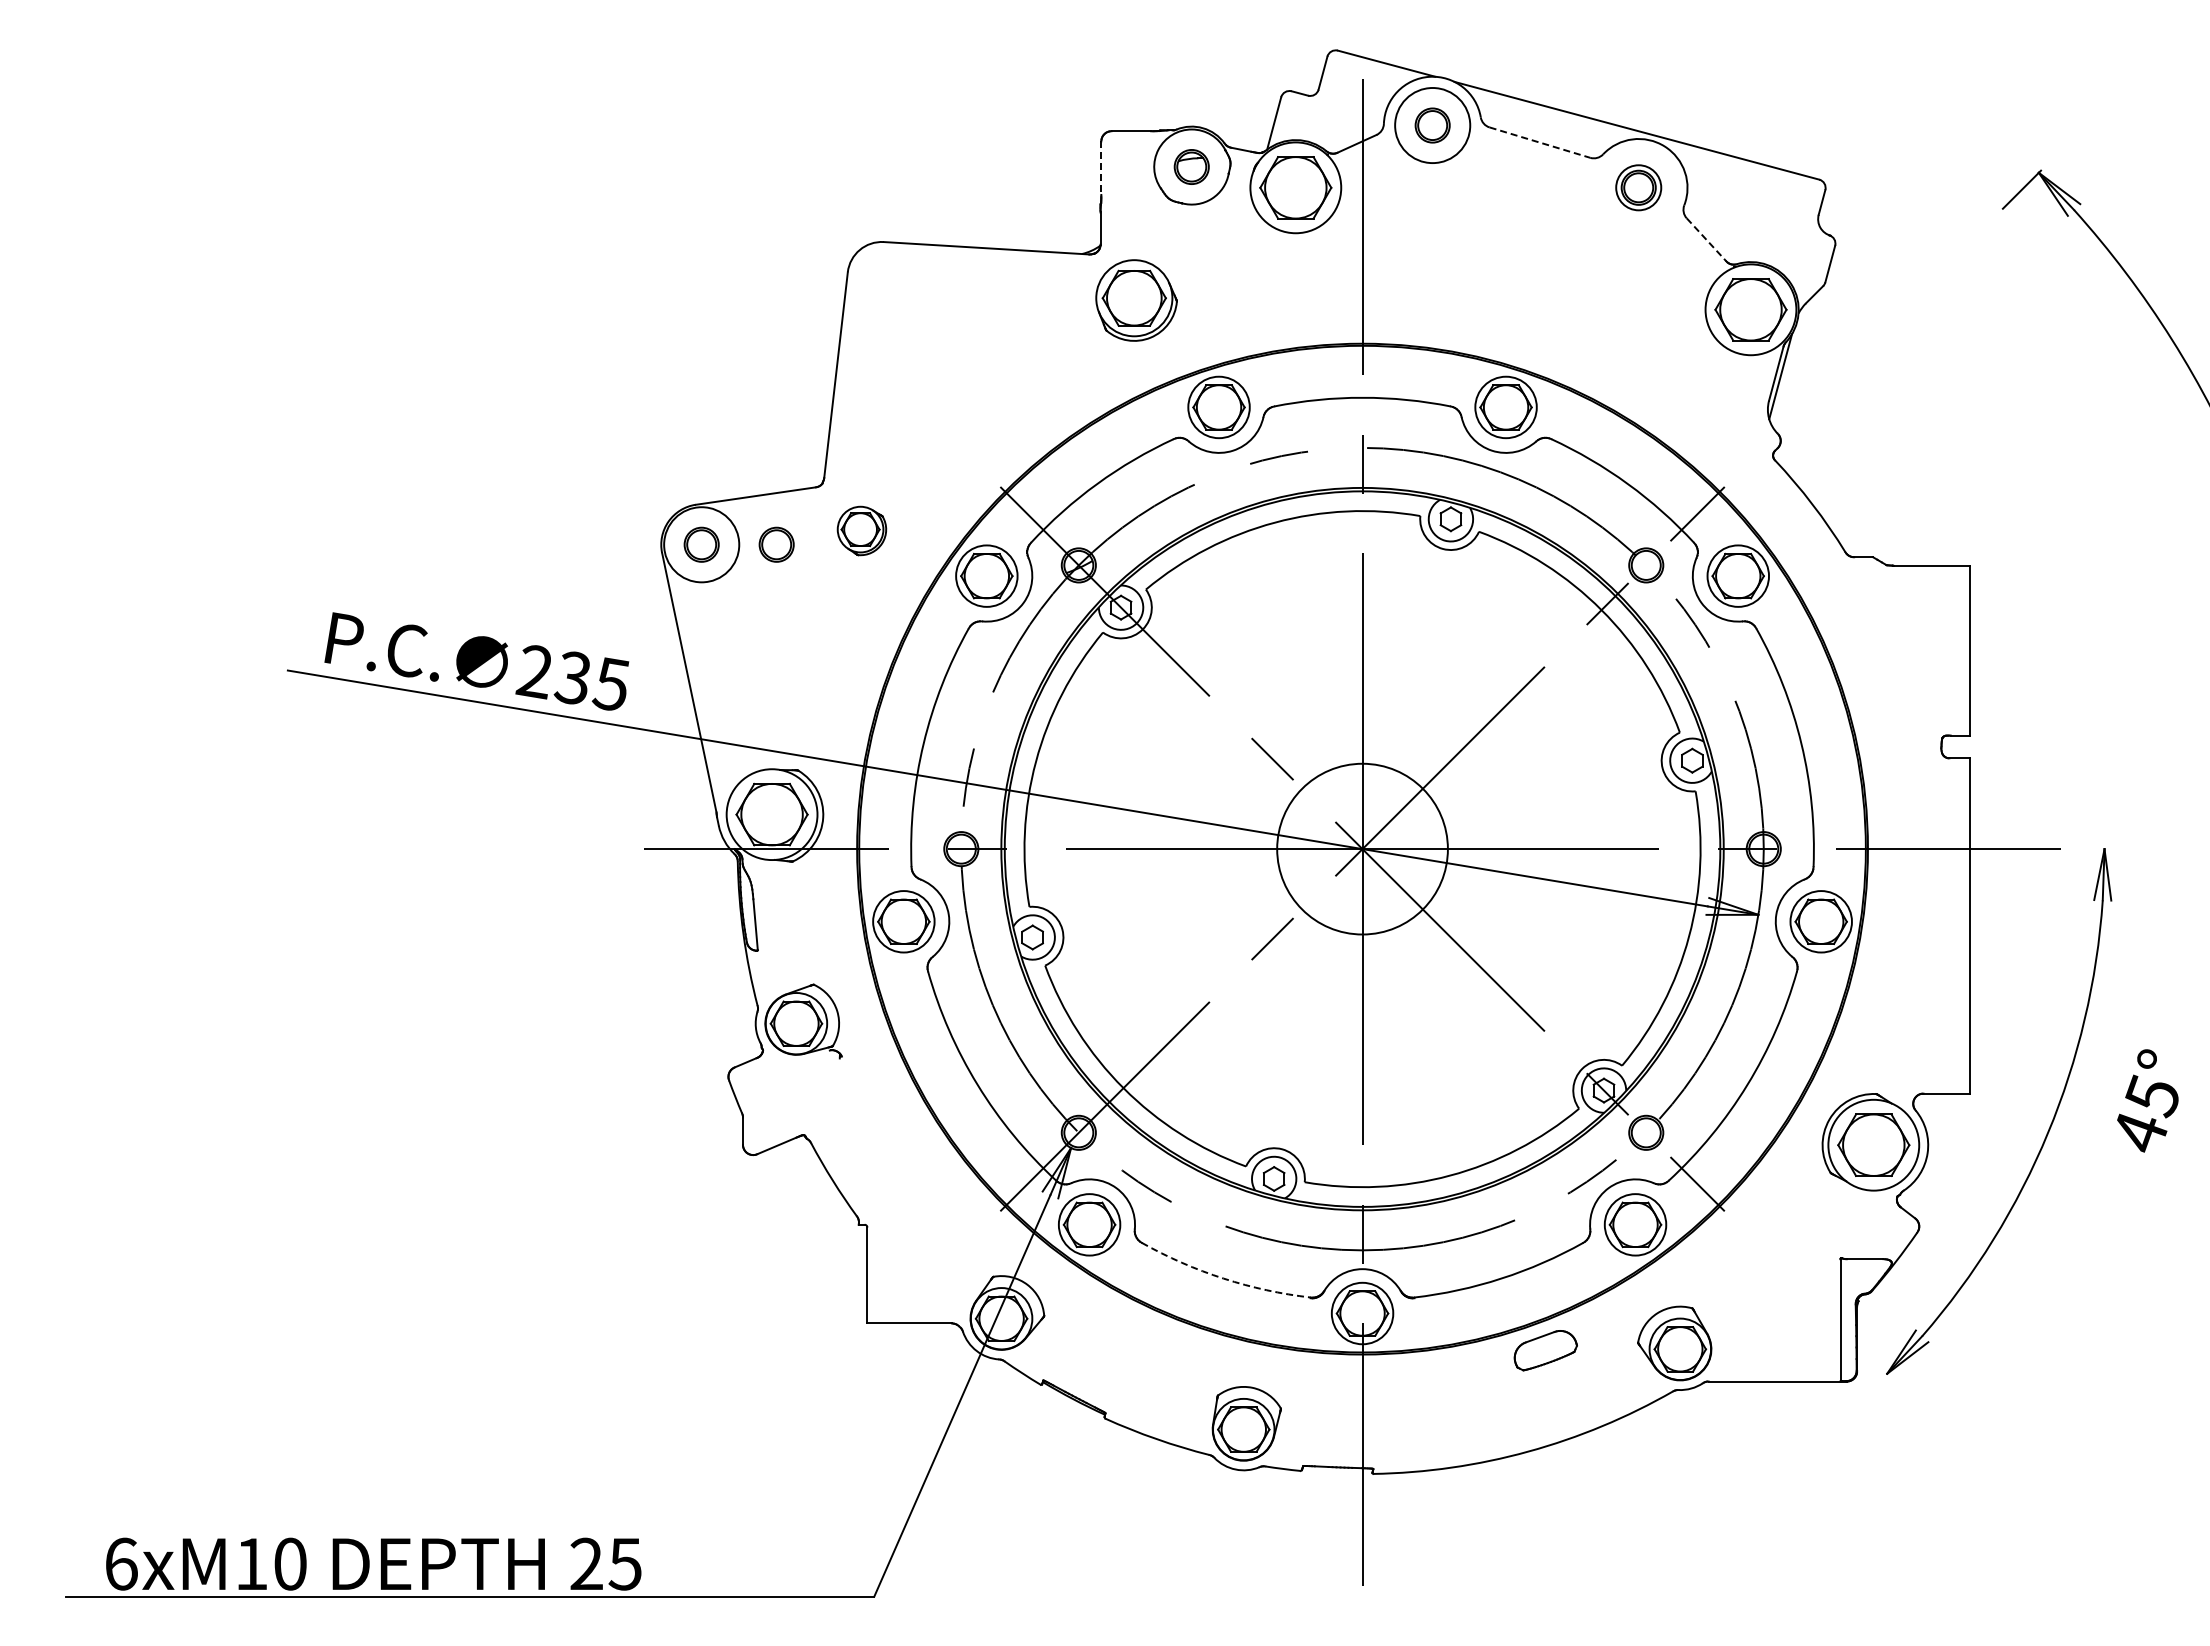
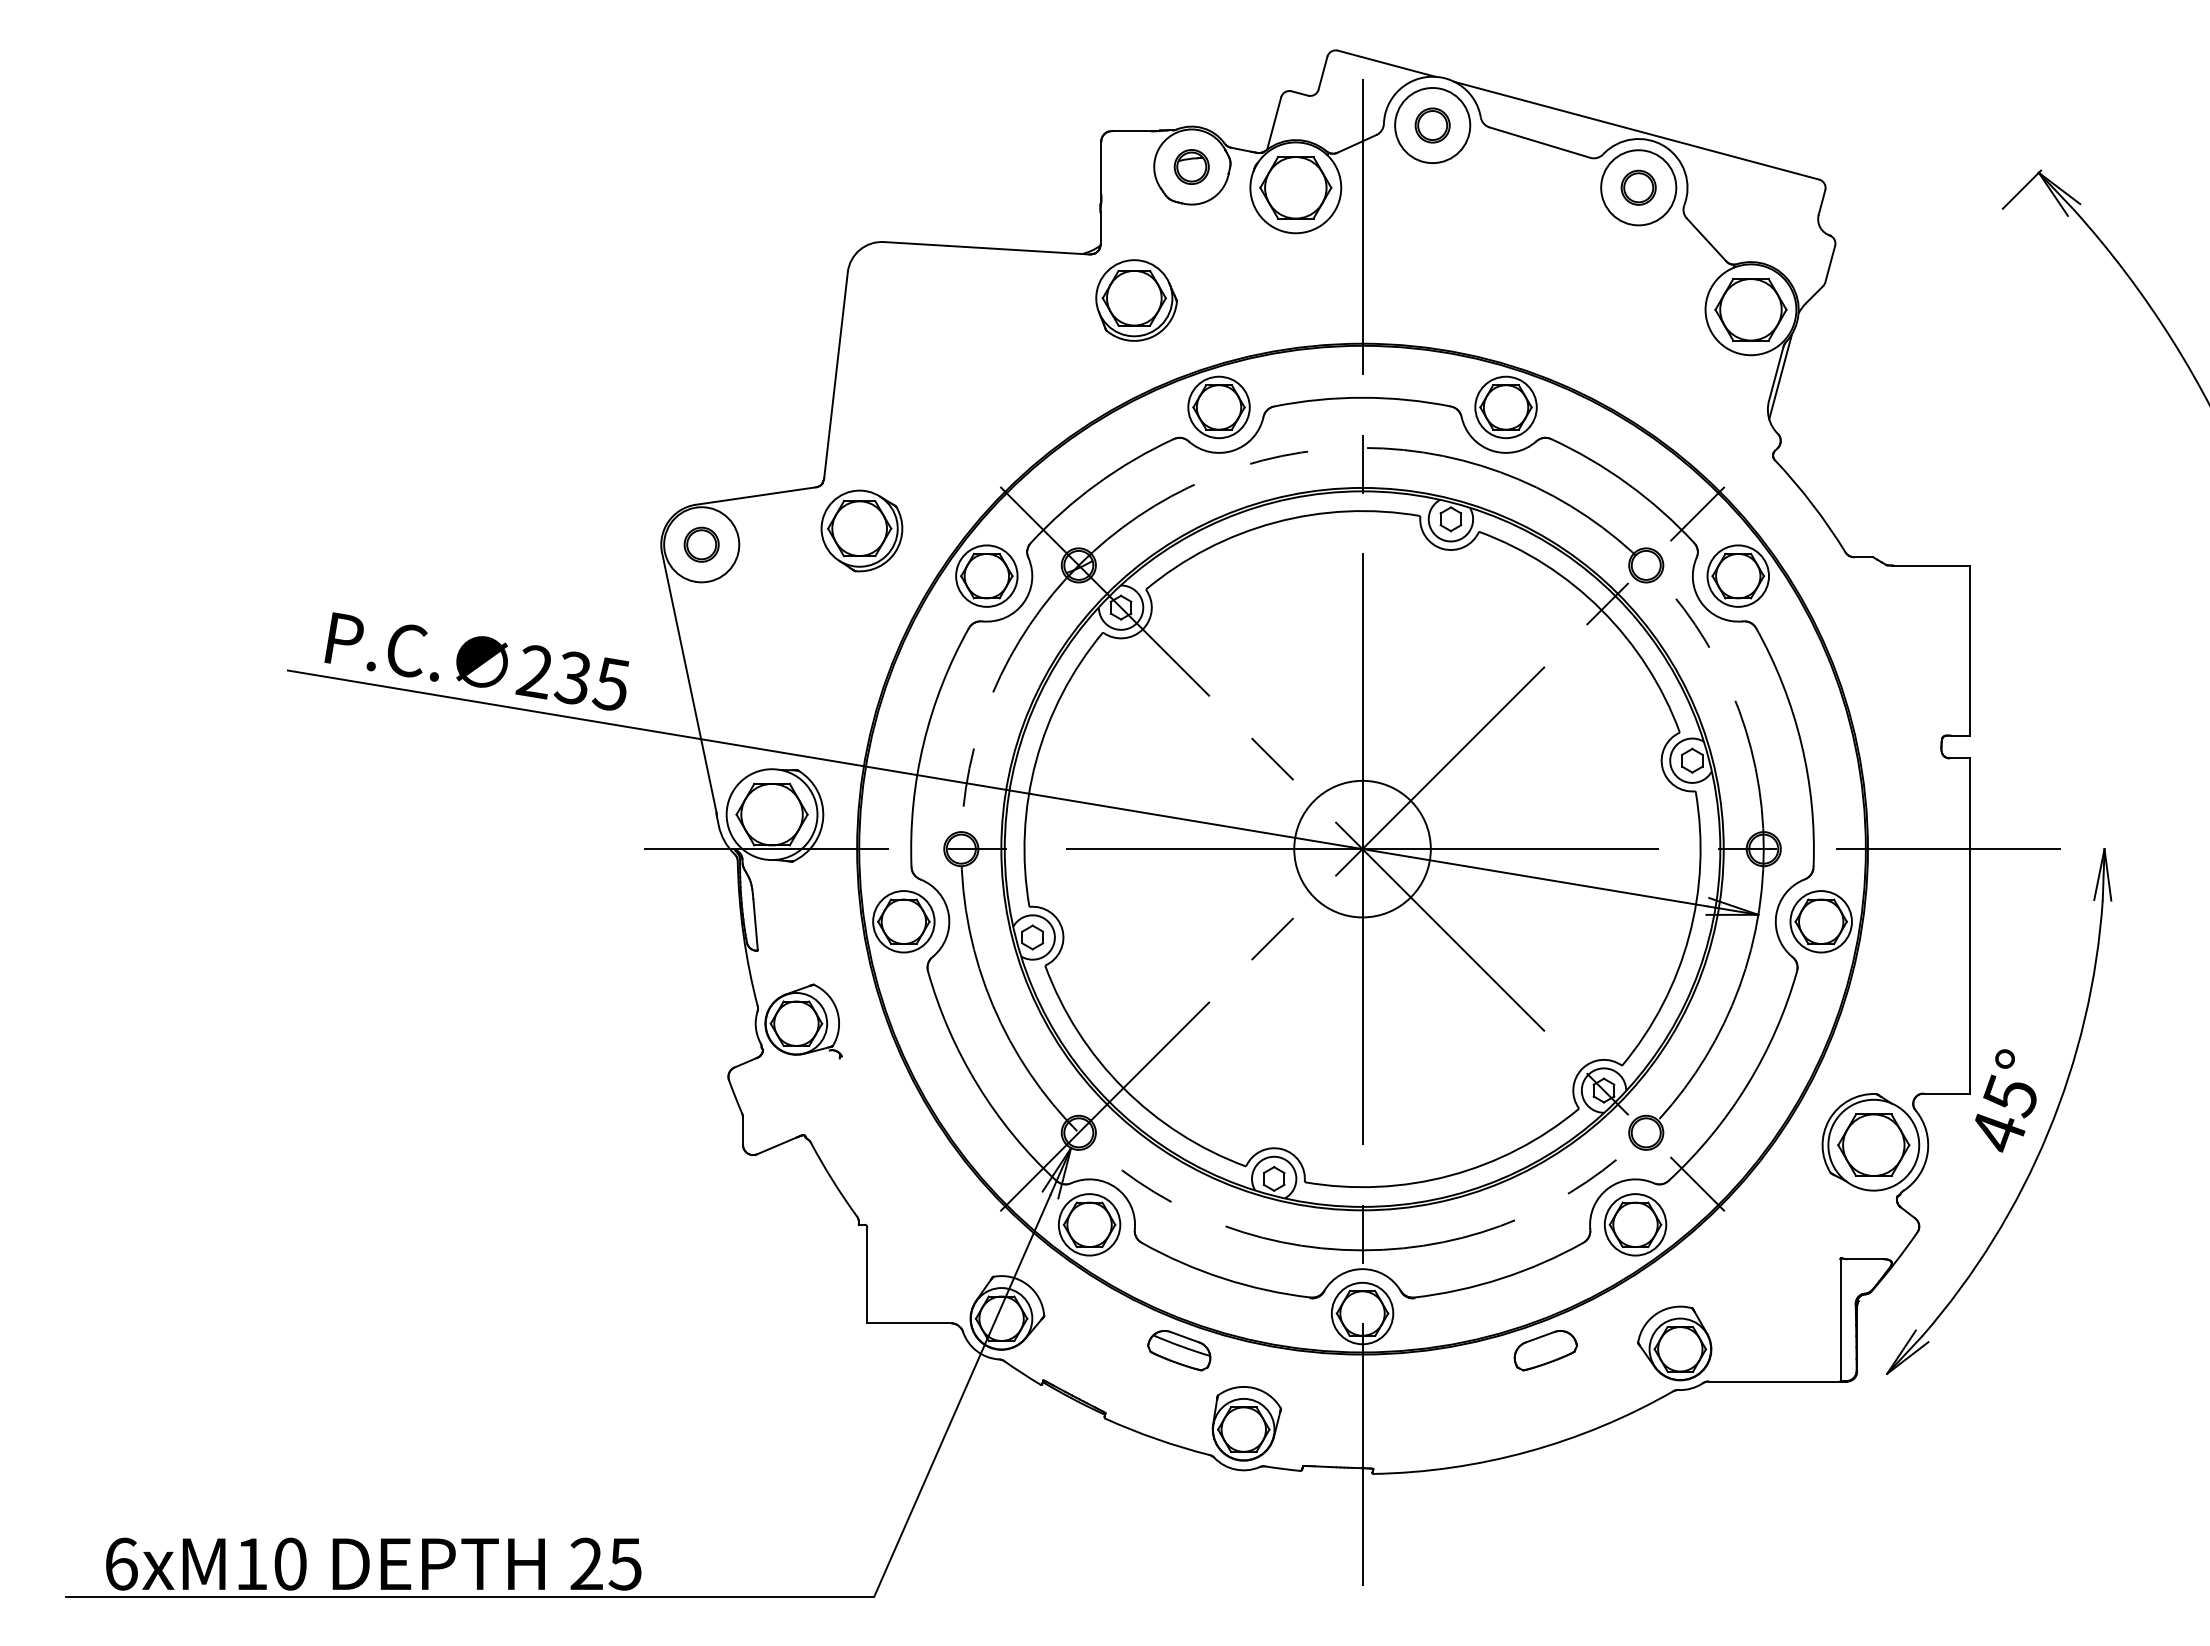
line at (1539, 142): dashed -> solid
line at (1101, 168): dashed -> solid
circle at (1638, 187) diameter: 45 px -> 75 px
line at (1706, 240): dashed -> solid
part at (861, 530) size: 52x52 px -> 84x84 px
part at (776, 544): present -> none
circle at (1362, 848) diameter: 171 px -> 137 px
text at (2147, 1100) position: (2147, 1100) -> (2005, 1100)
arc at (1223, 1278): dashed -> solid
part at (1179, 1350): none -> present
